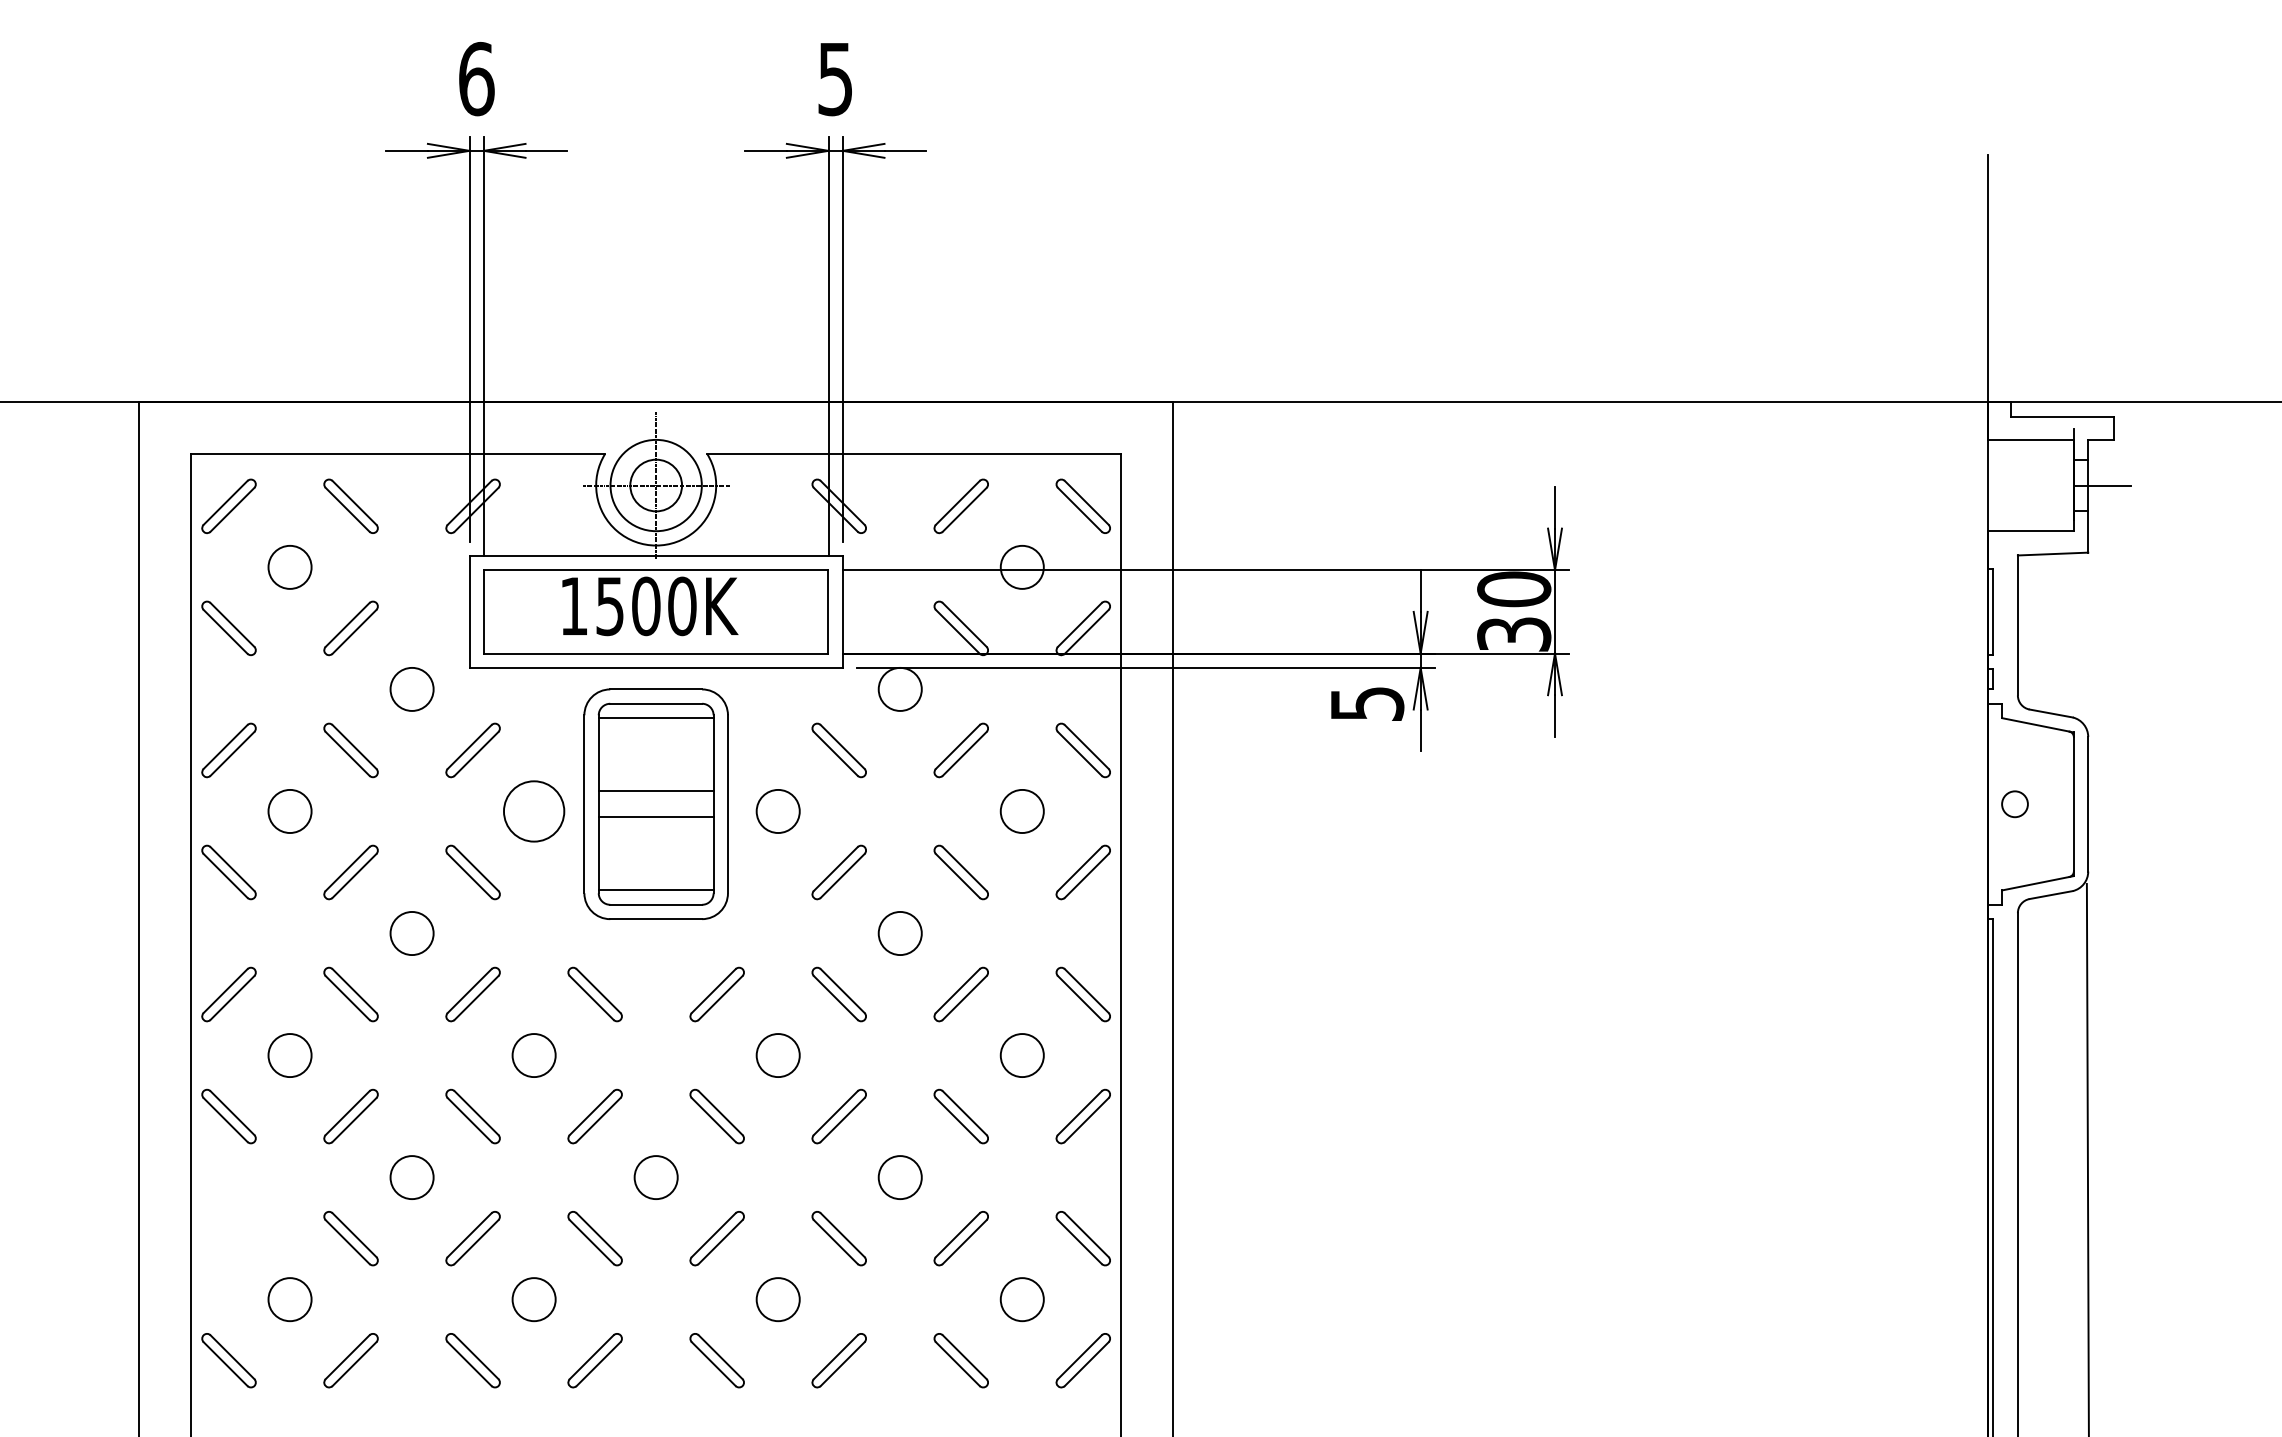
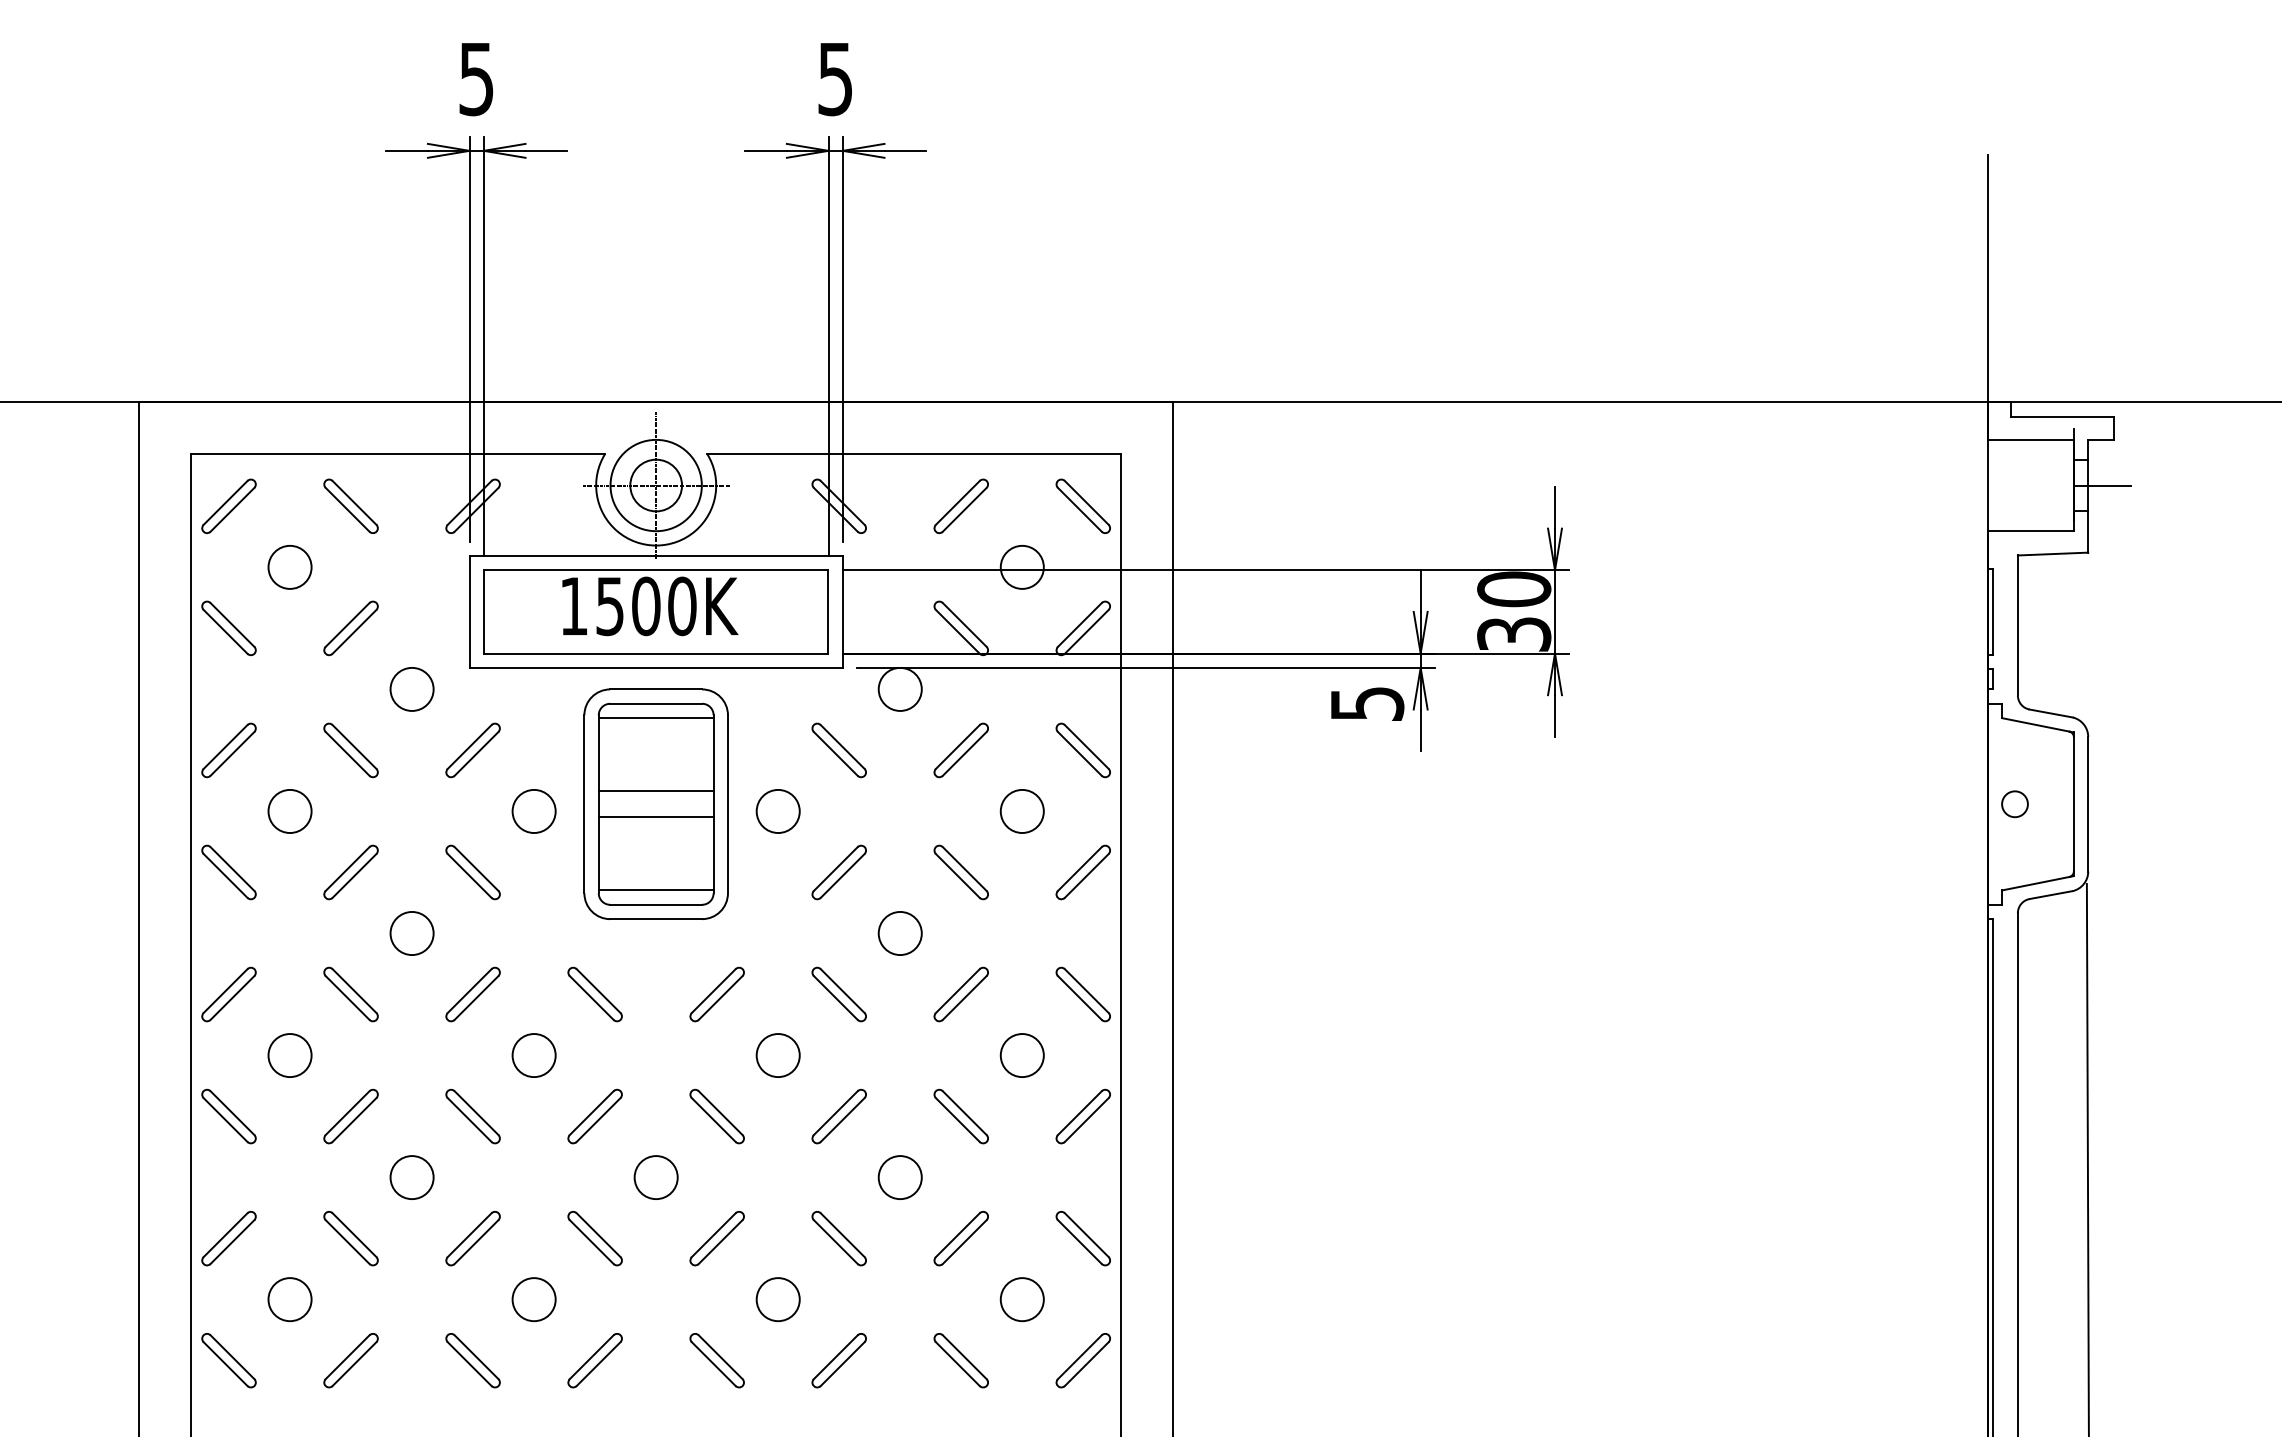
text at (476, 78): 6 -> 5
circle at (534, 811) diameter: 60 px -> 43 px
part at (228, 1238): none -> present
